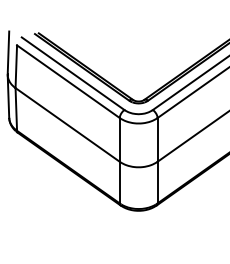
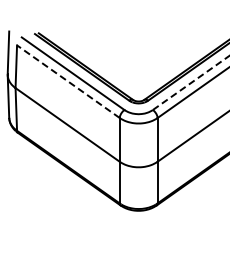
line at (68, 81): solid -> dashed
line at (191, 82): solid -> dashed
